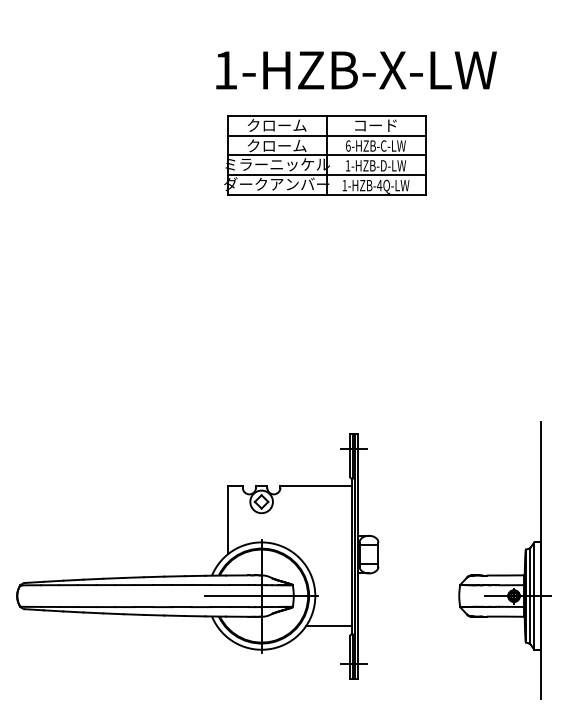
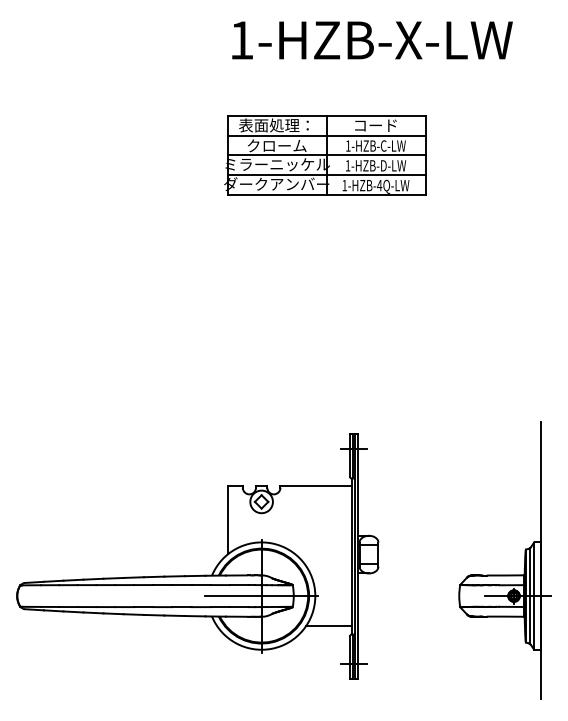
text at (356, 70) position: (356, 70) -> (372, 40)
text at (273, 125): クローム -> 表面処理：
text at (348, 145): 6-HZB-C-LW -> 1-HZB-C-LW
